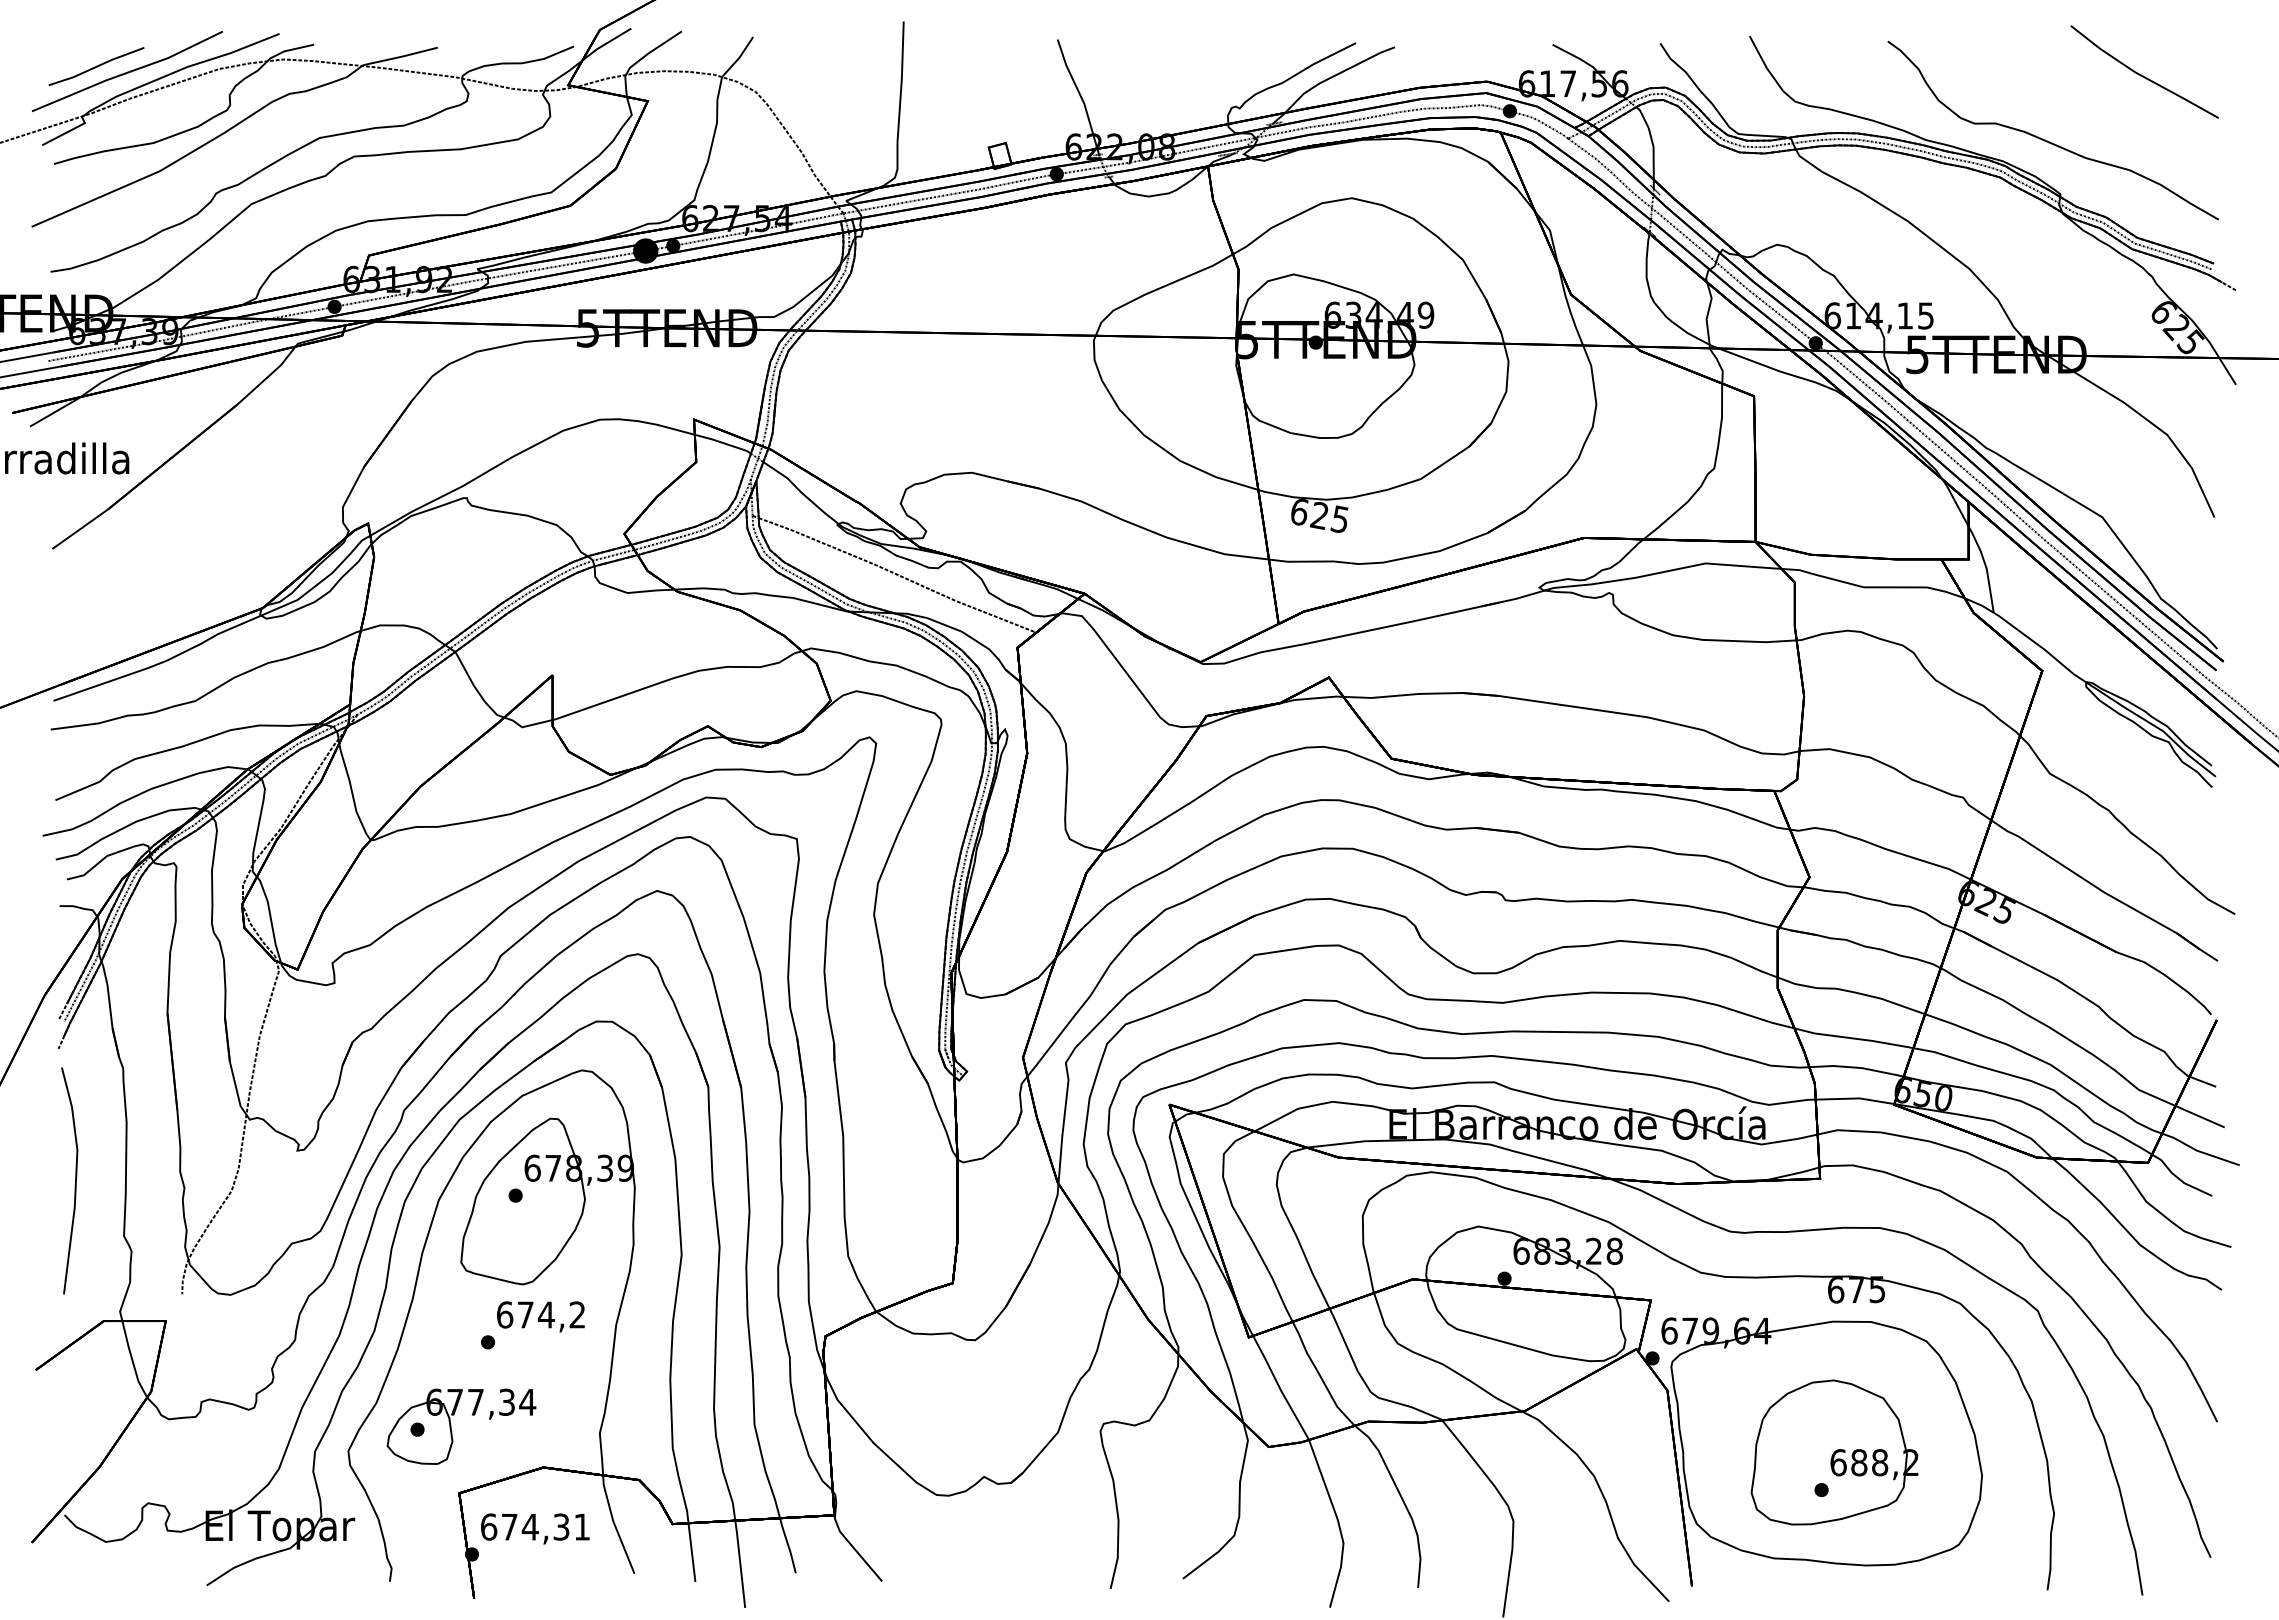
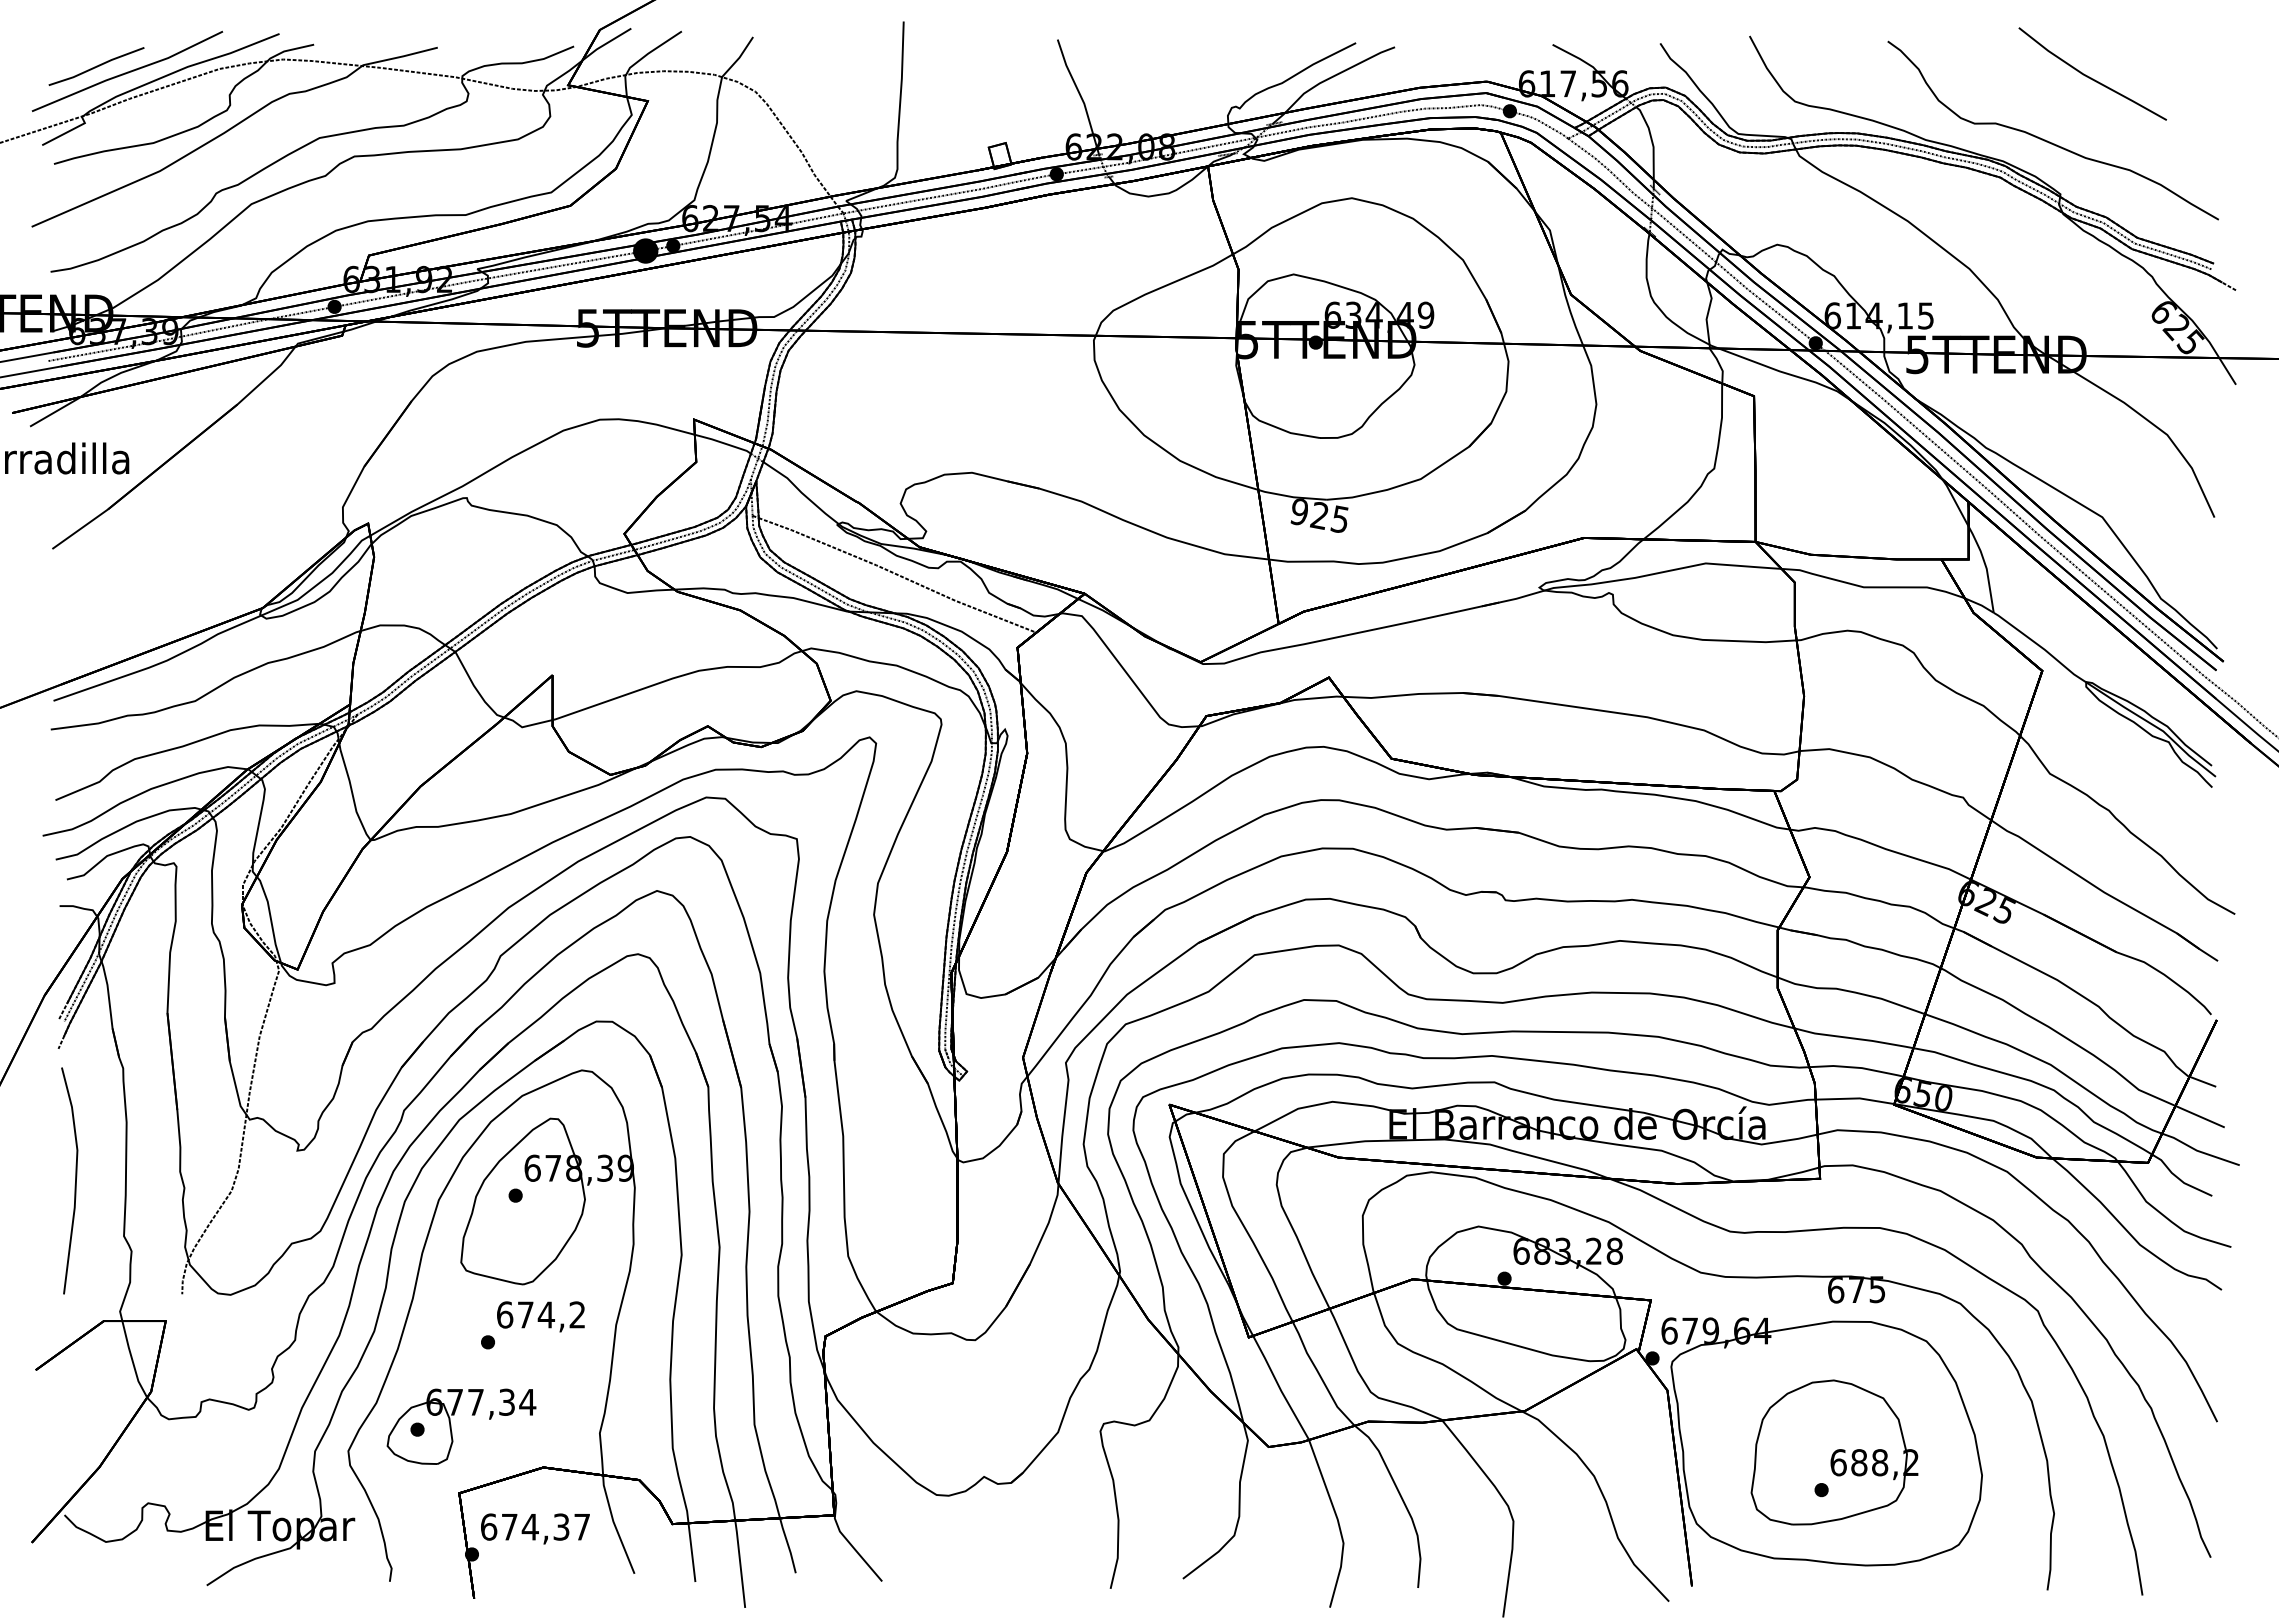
part at (2144, 71) position: (2144, 71) -> (2092, 73)
text at (1299, 511): 625 -> 925
text at (581, 1527): 674,31 -> 674,37
